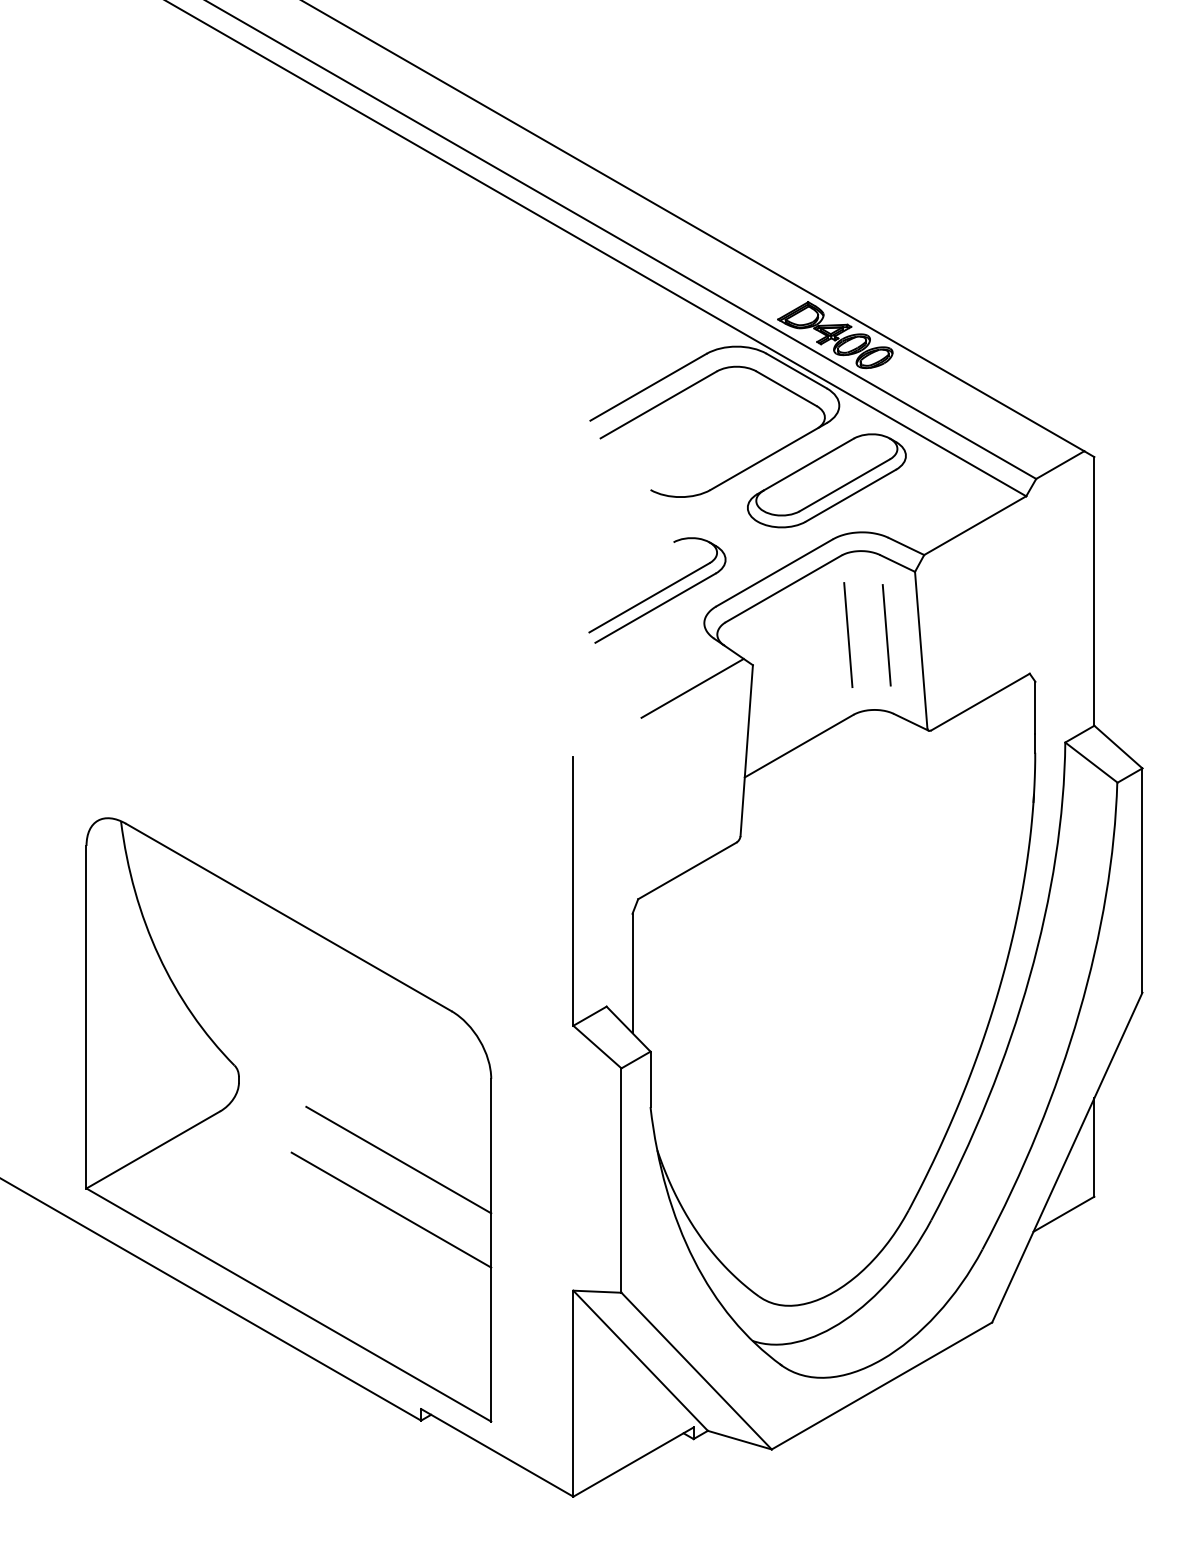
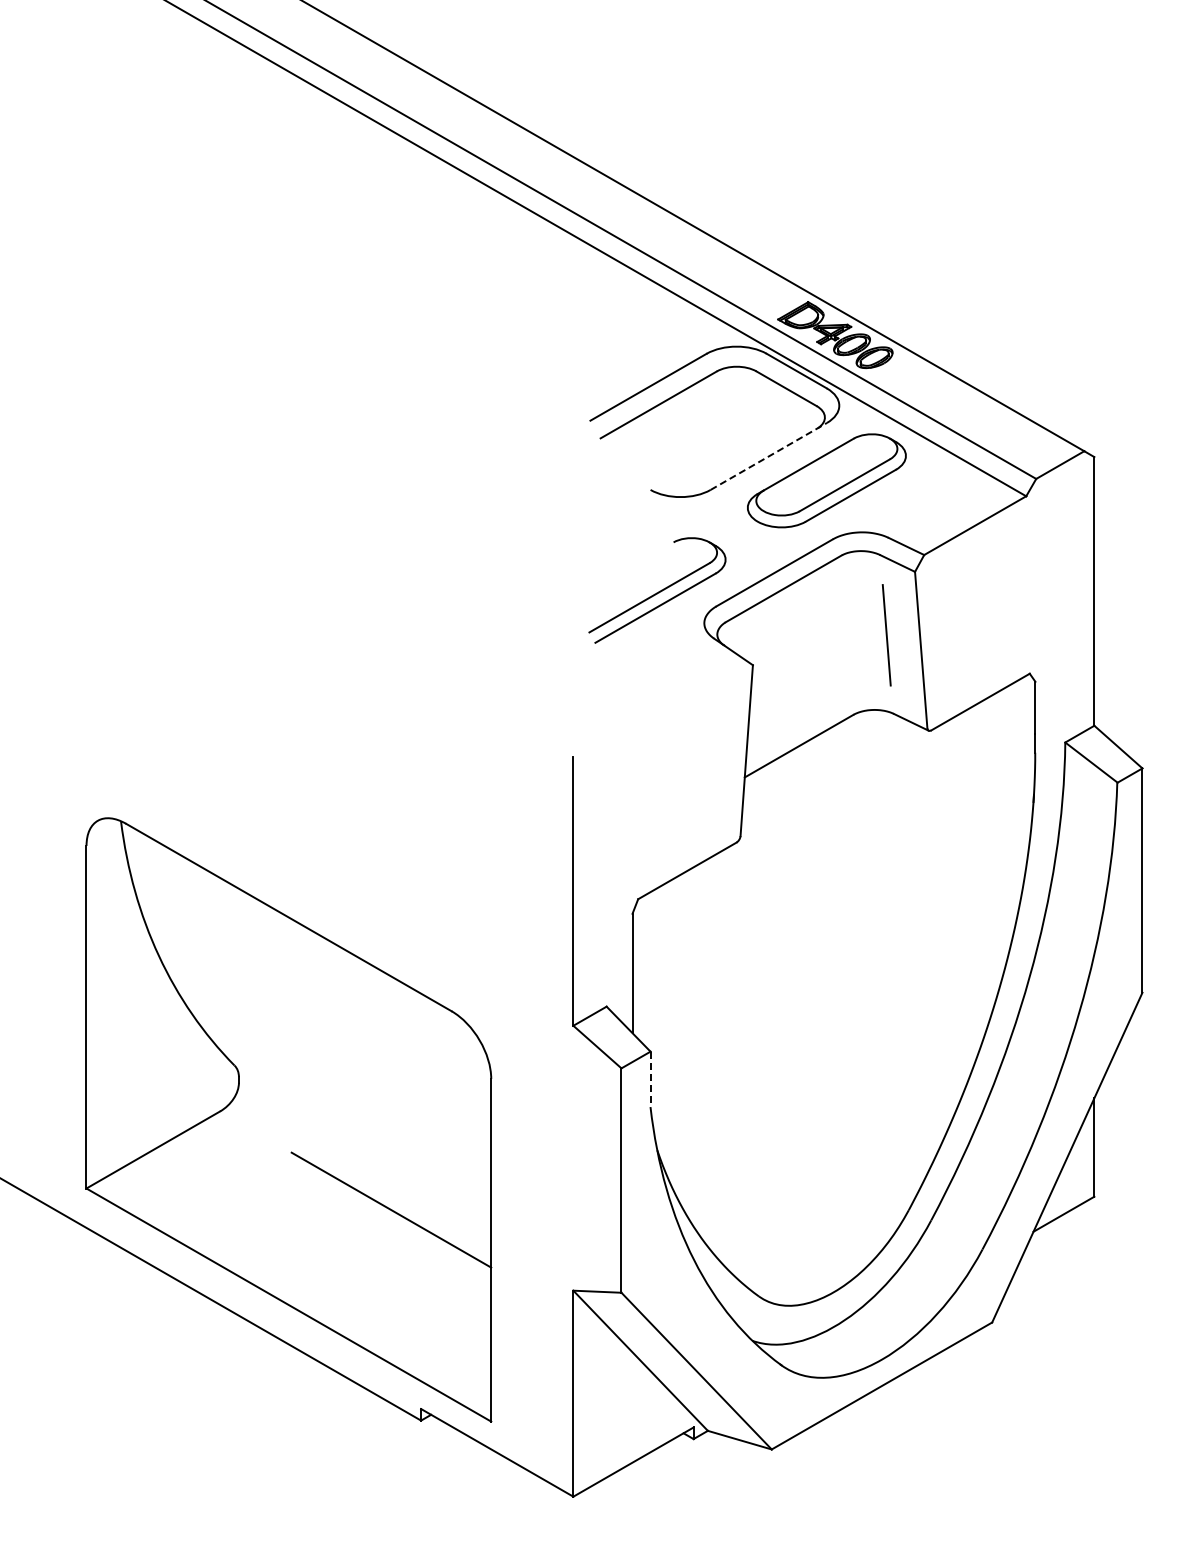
line at (769, 456): solid -> dashed
line at (848, 635): present -> none
line at (692, 687): present -> none
line at (650, 1079): solid -> dashed
line at (398, 1159): present -> none
